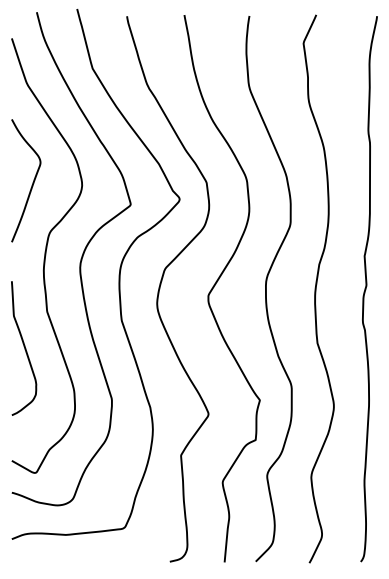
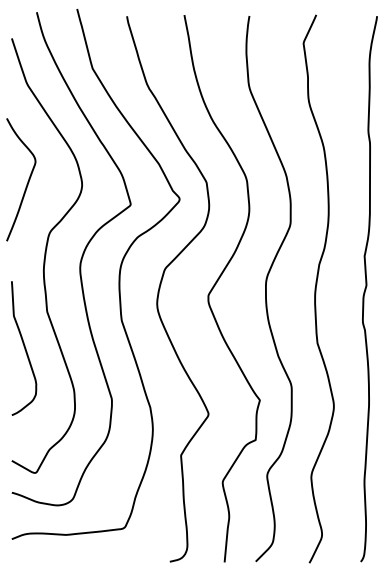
curve at (32, 182) position: (32, 182) -> (27, 181)
